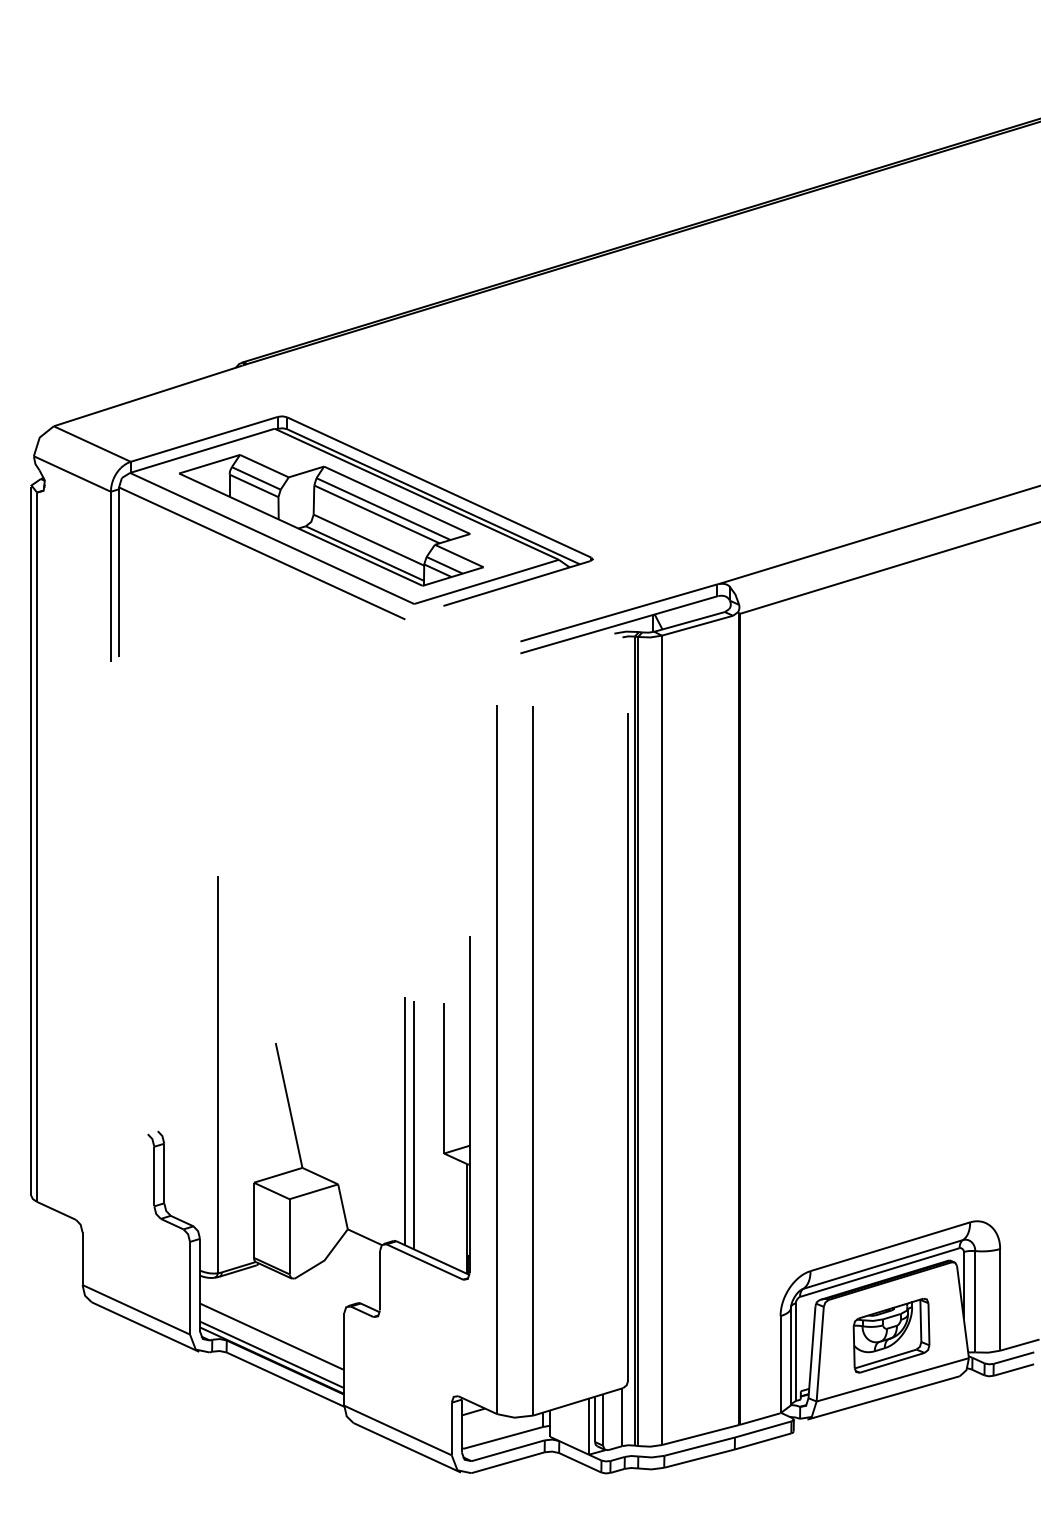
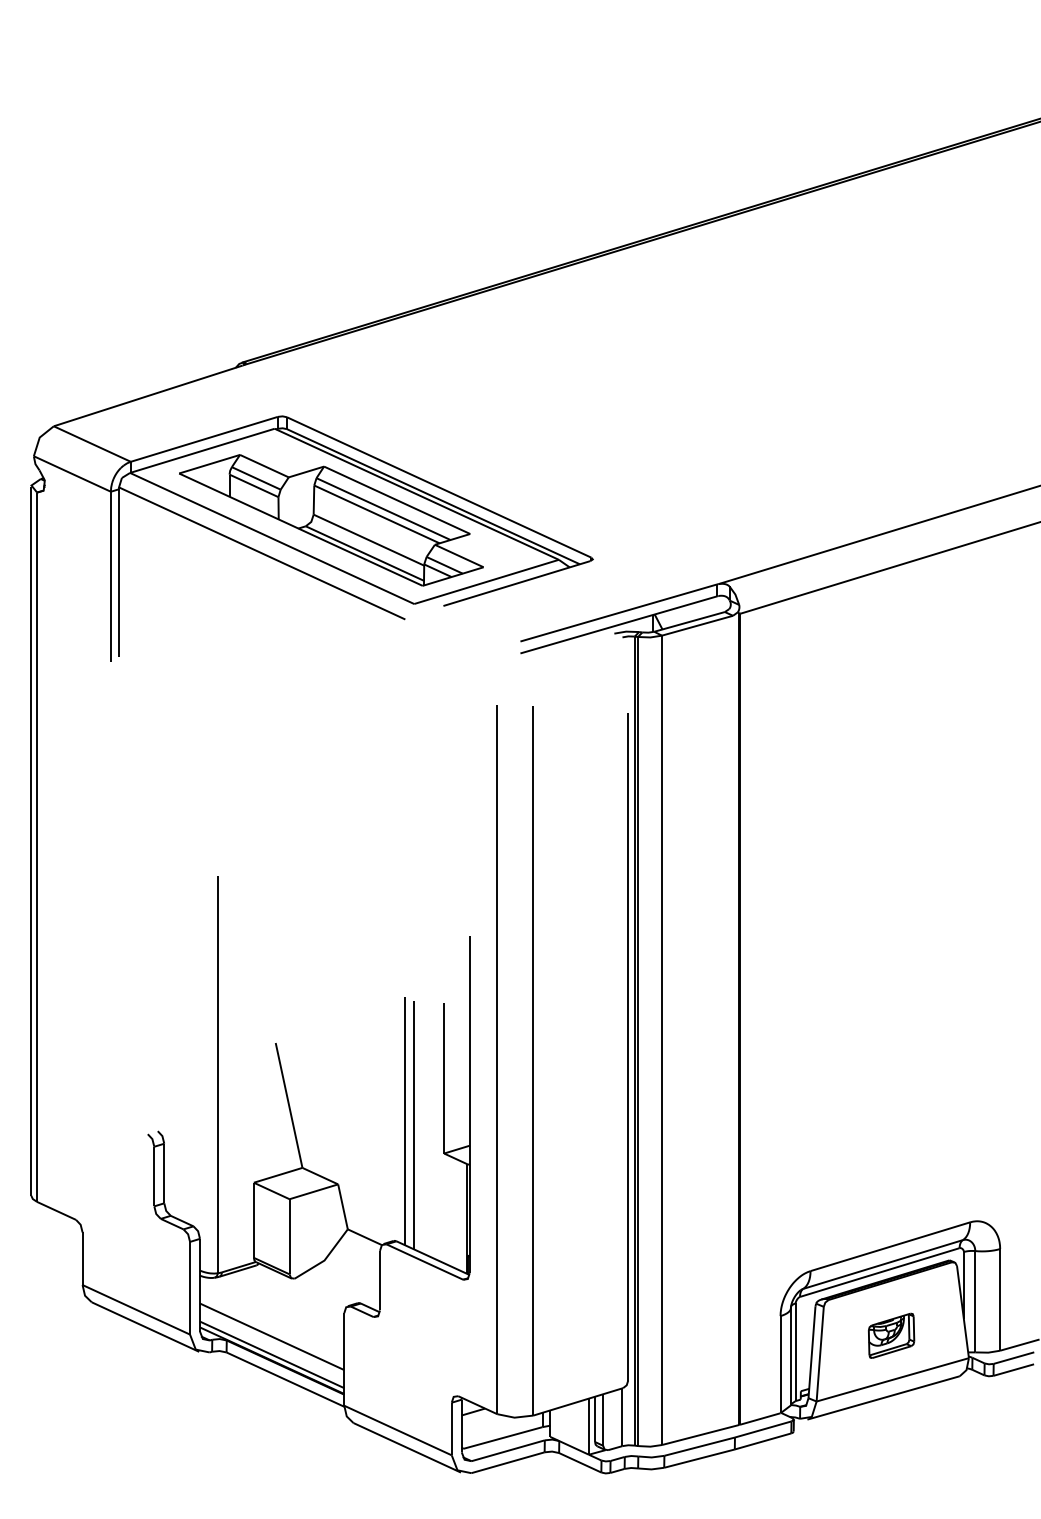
part at (891, 1335) size: 79x76 px -> 48x47 px
